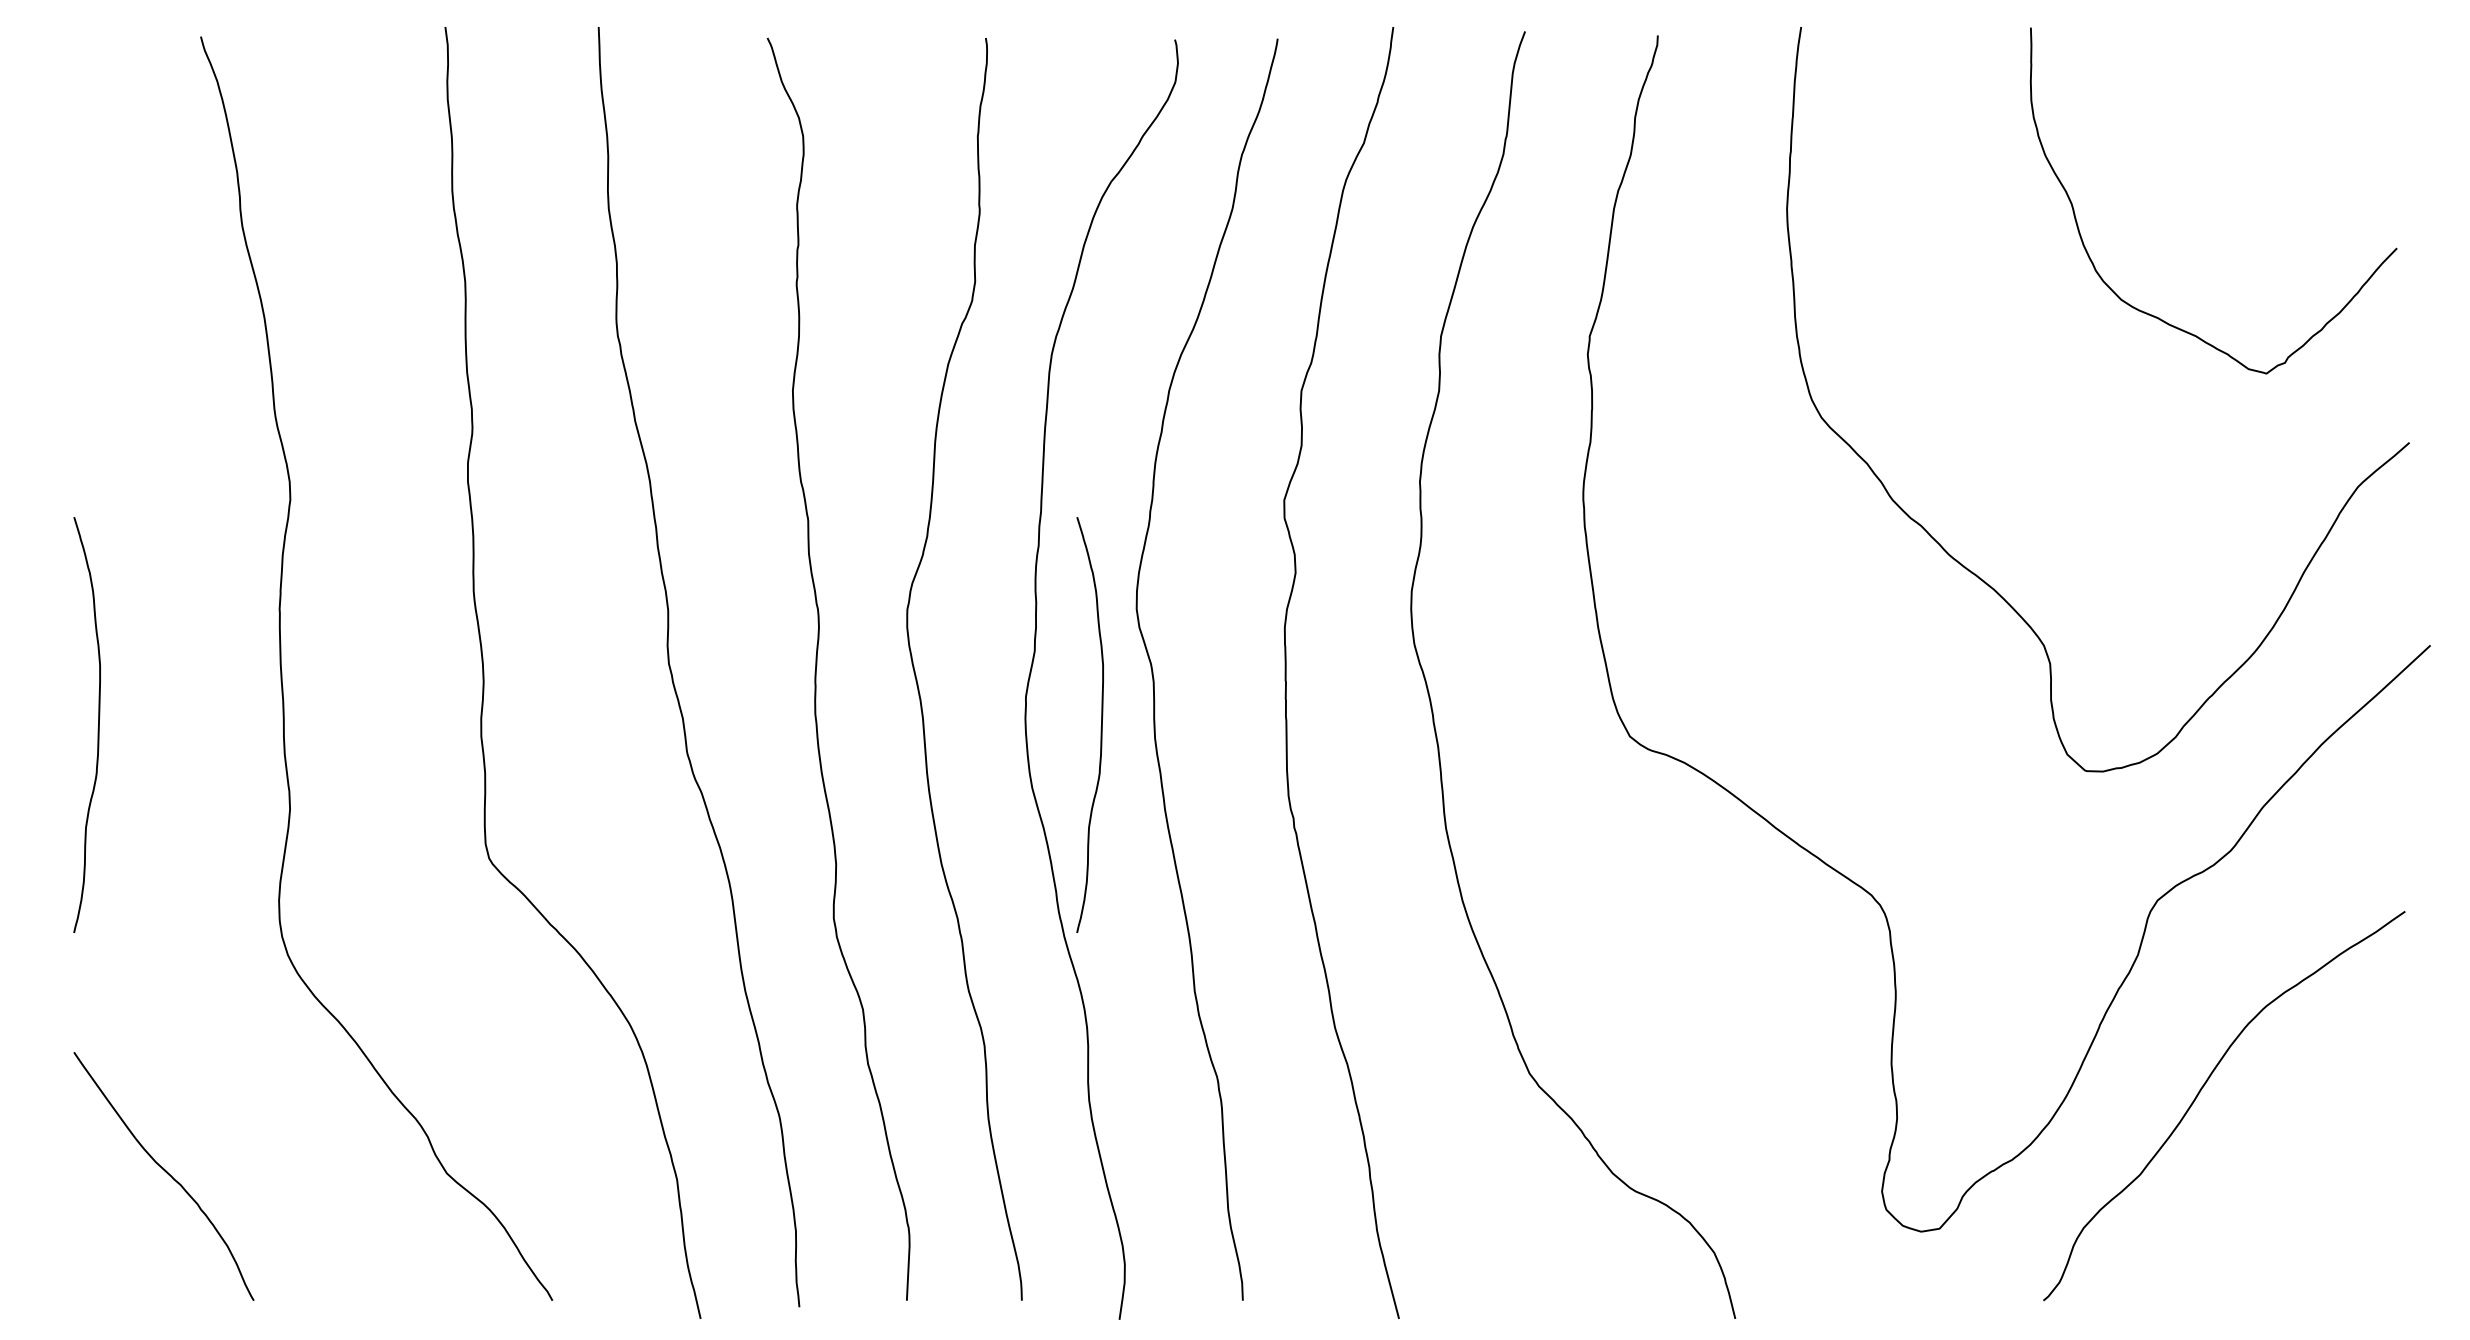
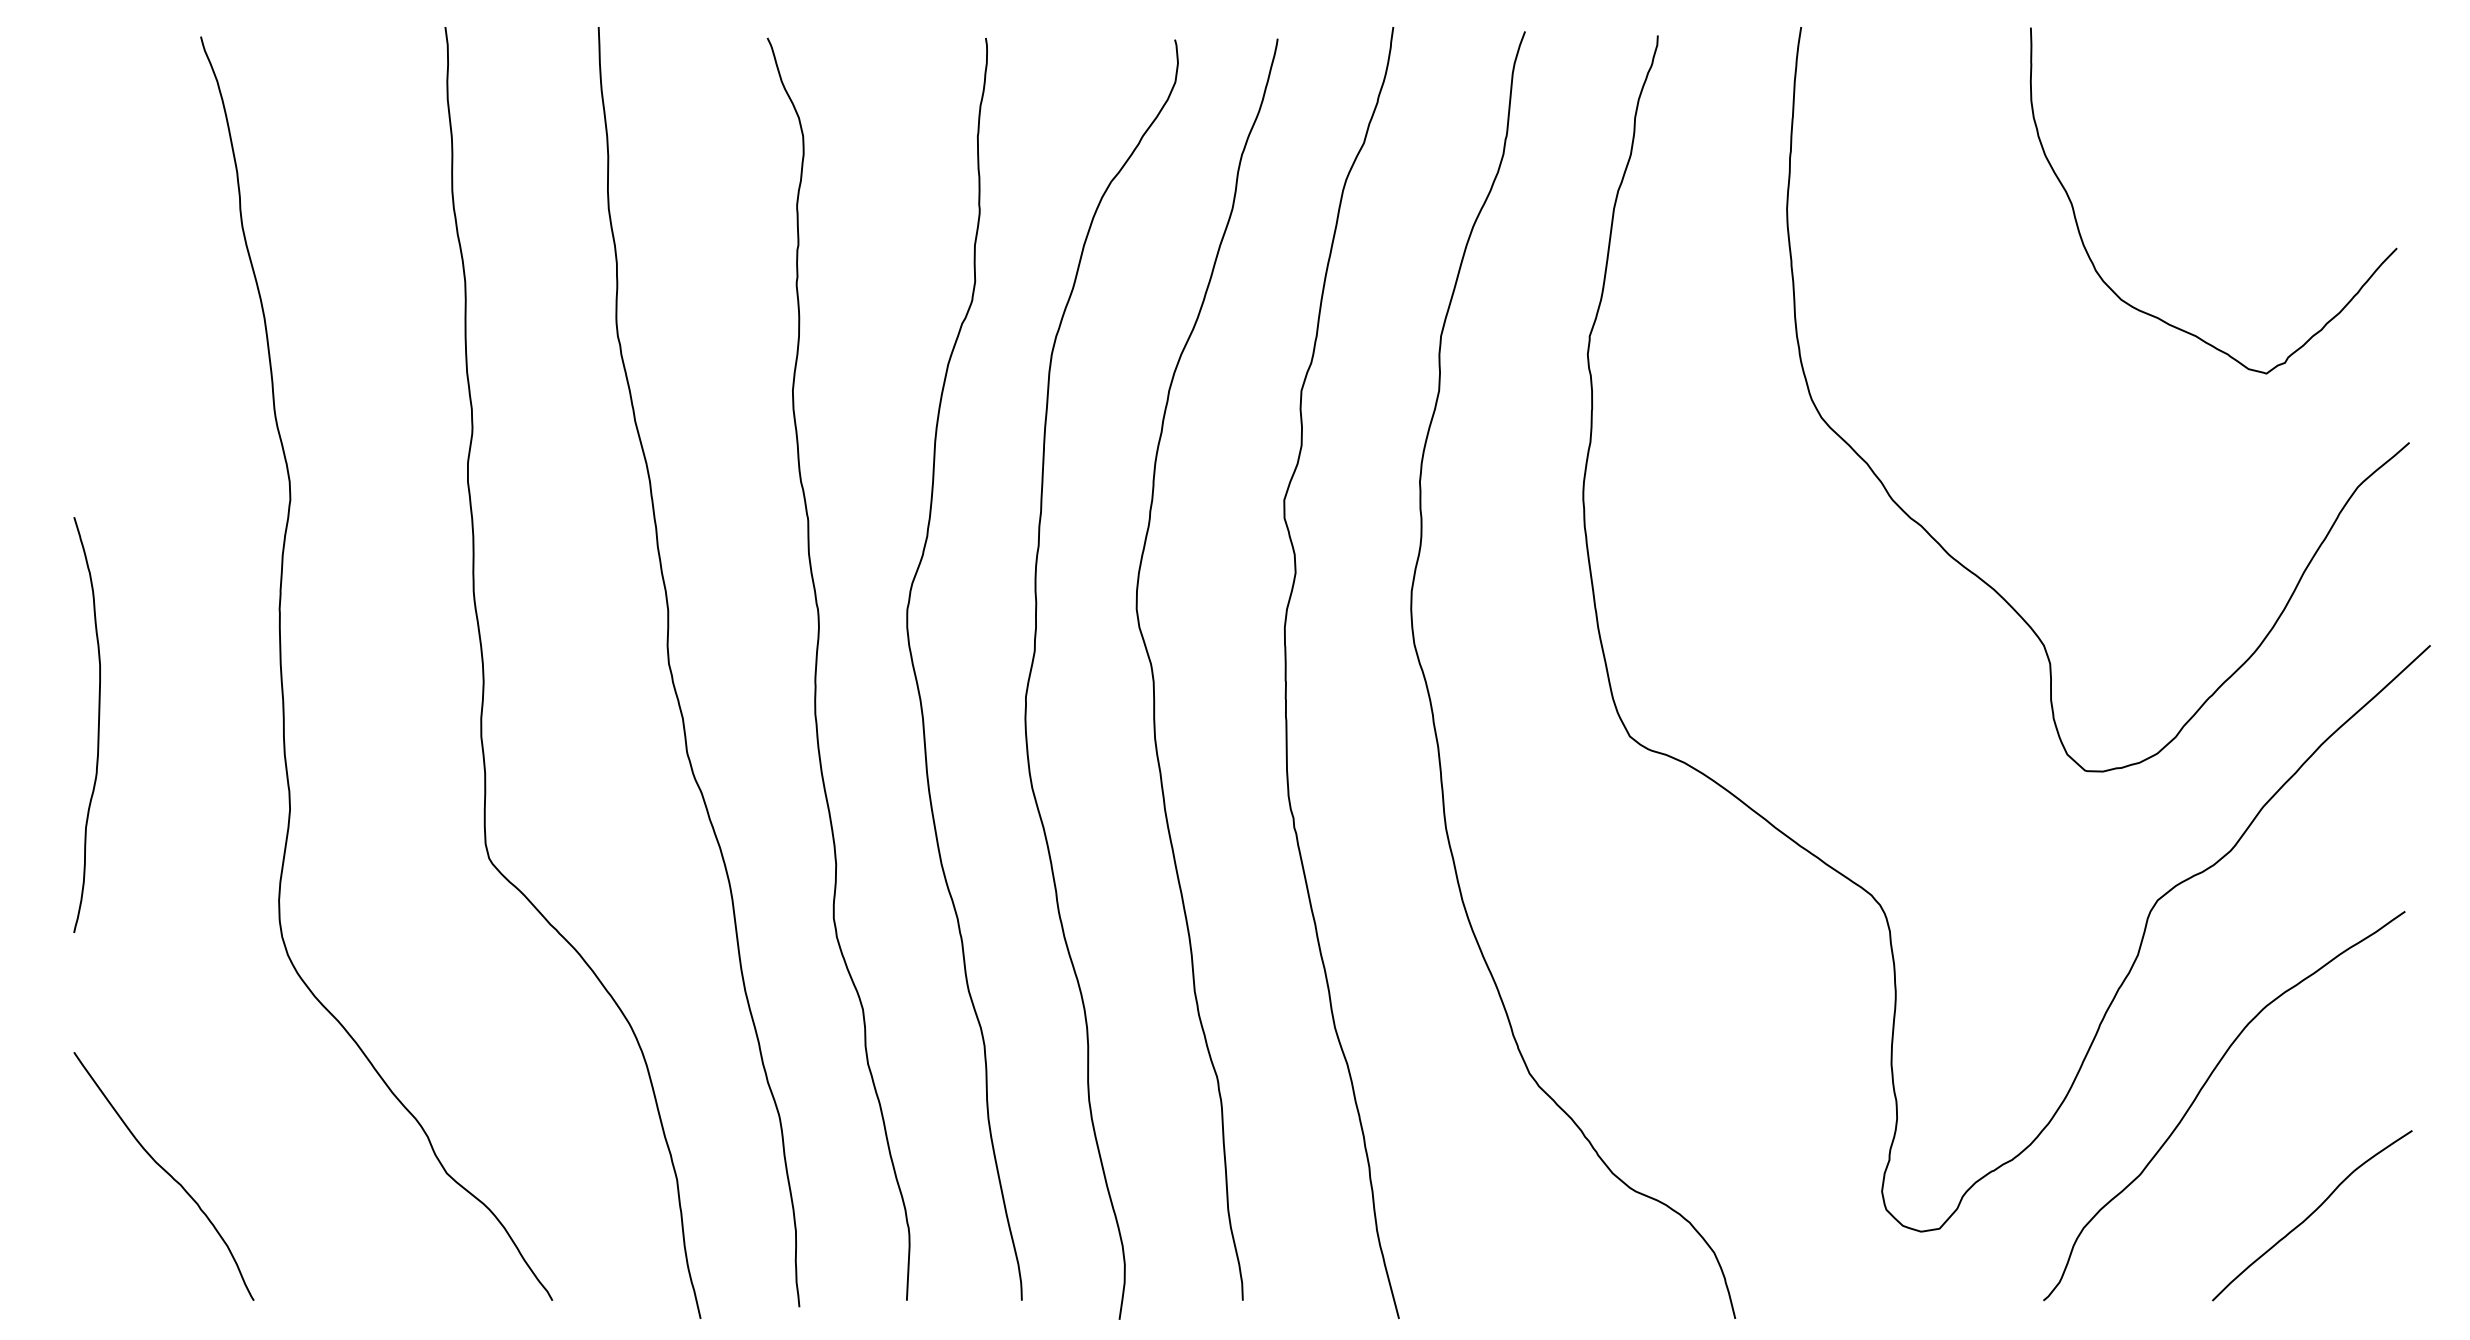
curve at (1100, 728): present -> none
curve at (2312, 1214): none -> present
